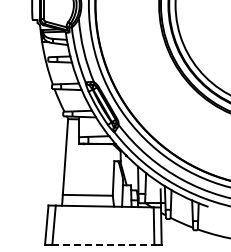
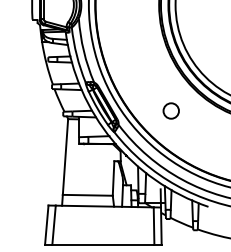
circle at (170, 110): none -> present
line at (103, 244): dashed -> solid
